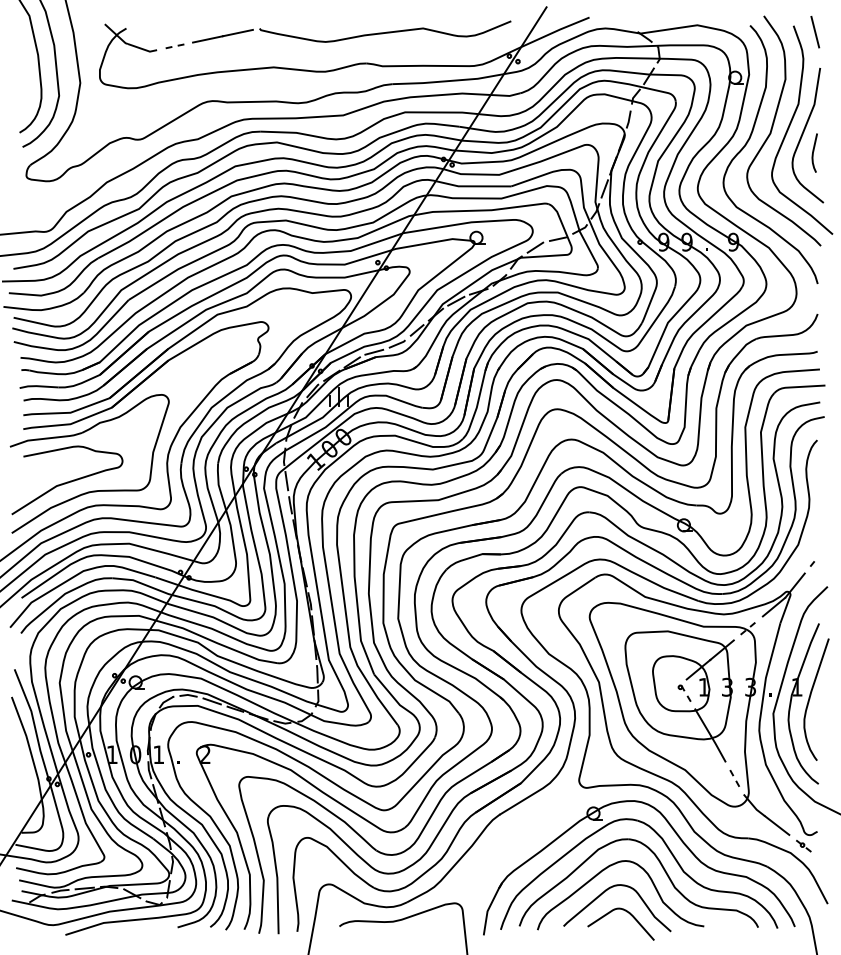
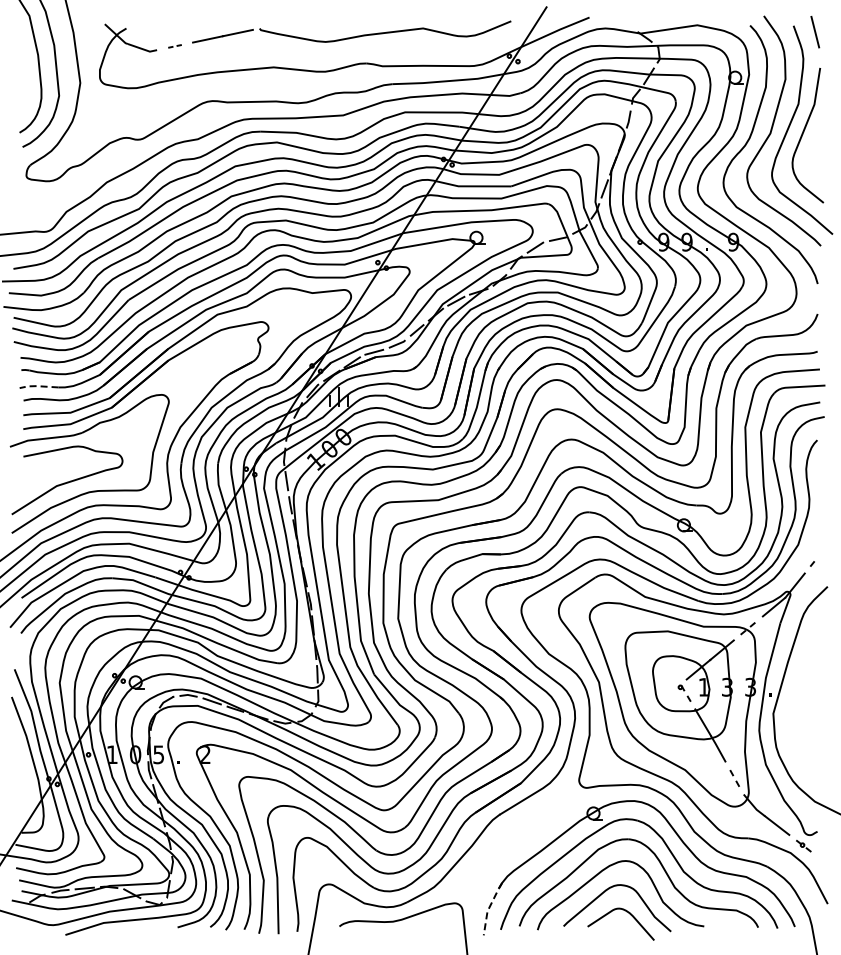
part at (174, 46) size: 20x7 px -> 14x5 px
curve at (814, 151): present -> none
line at (37, 386): solid -> dashed
part at (808, 703): present -> none
text at (158, 754): 1 -> 5
line at (489, 907): solid -> dashed
